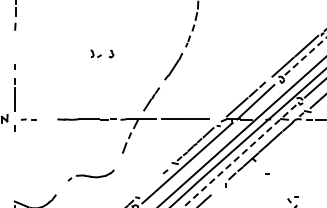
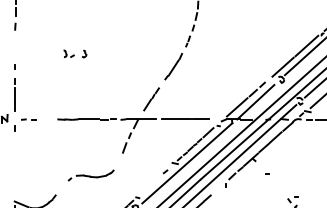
part at (102, 53) position: (102, 53) -> (75, 53)
line at (305, 56): dashed -> solid
line at (239, 156): dashed -> solid
